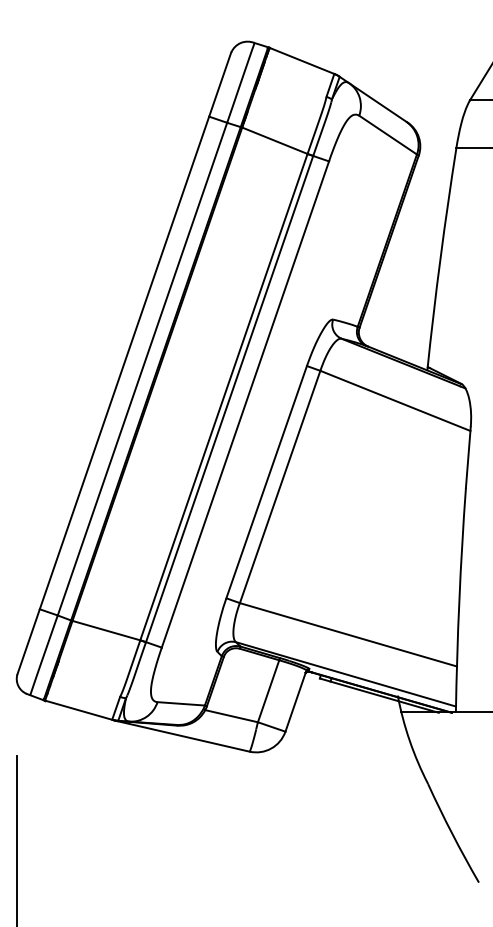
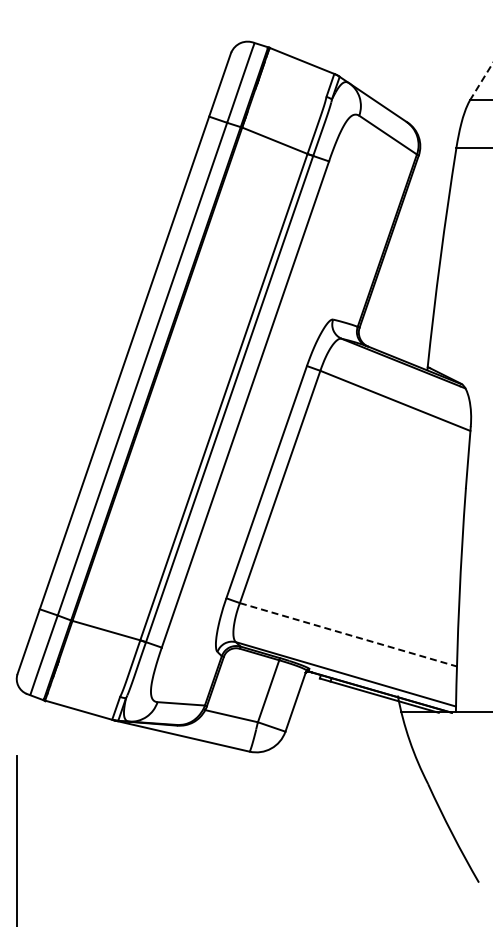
line at (481, 81): solid -> dashed
line at (348, 634): solid -> dashed
